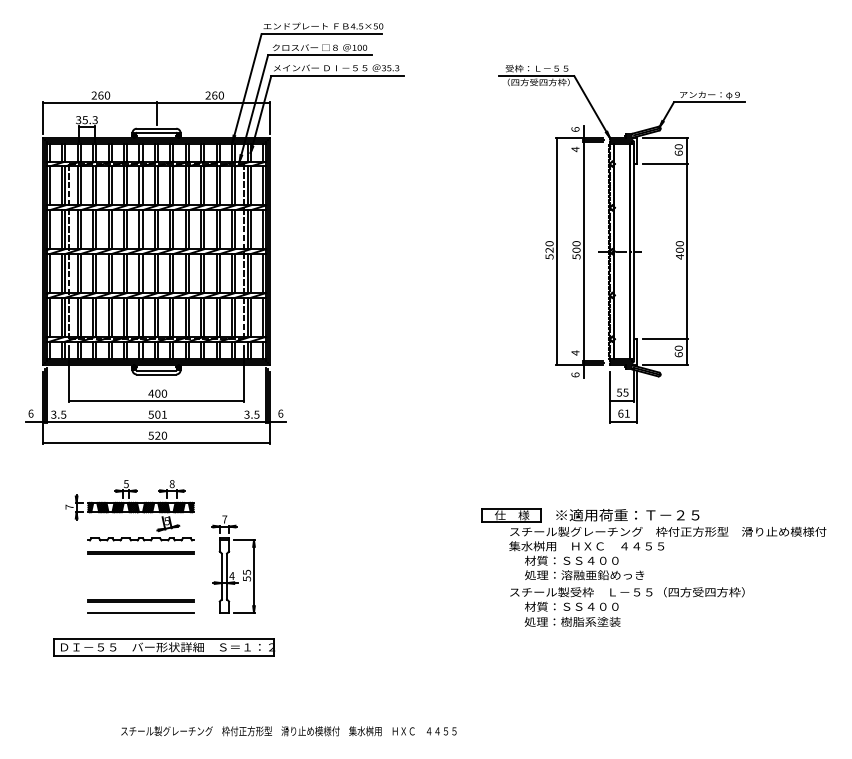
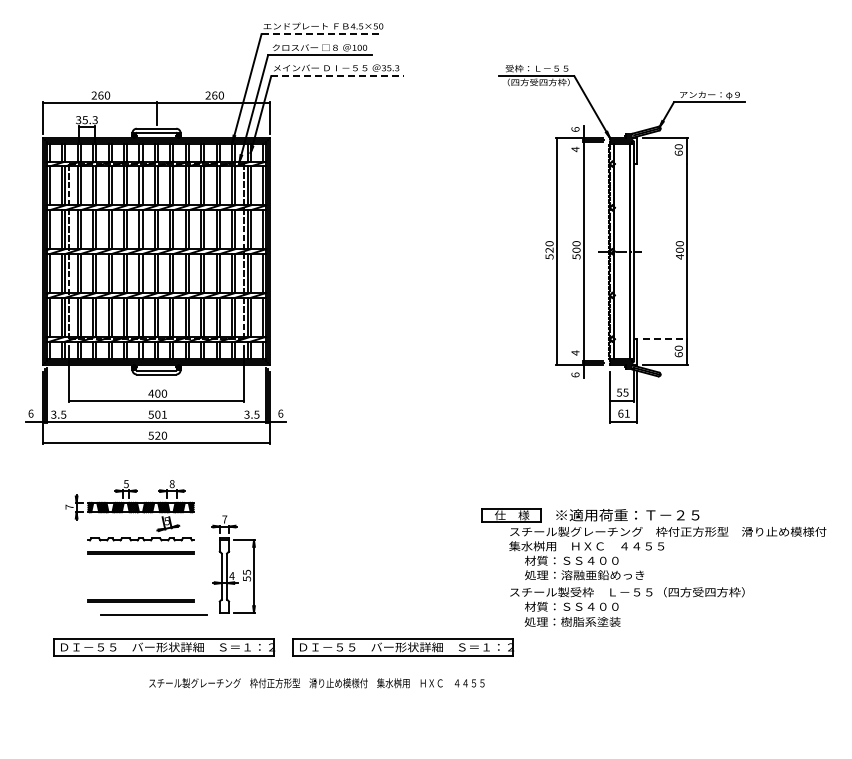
line at (322, 34): solid -> dashed
line at (338, 76): solid -> dashed
line at (665, 164): present -> none
line at (665, 339): solid -> dashed
line at (140, 612) position: (140, 612) -> (153, 614)
part at (403, 647): none -> present
text at (288, 731) position: (288, 731) -> (316, 683)
